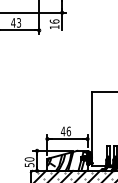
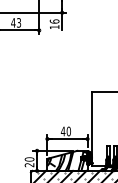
text at (69, 130): 46 -> 40
text at (29, 165): 50 -> 20
